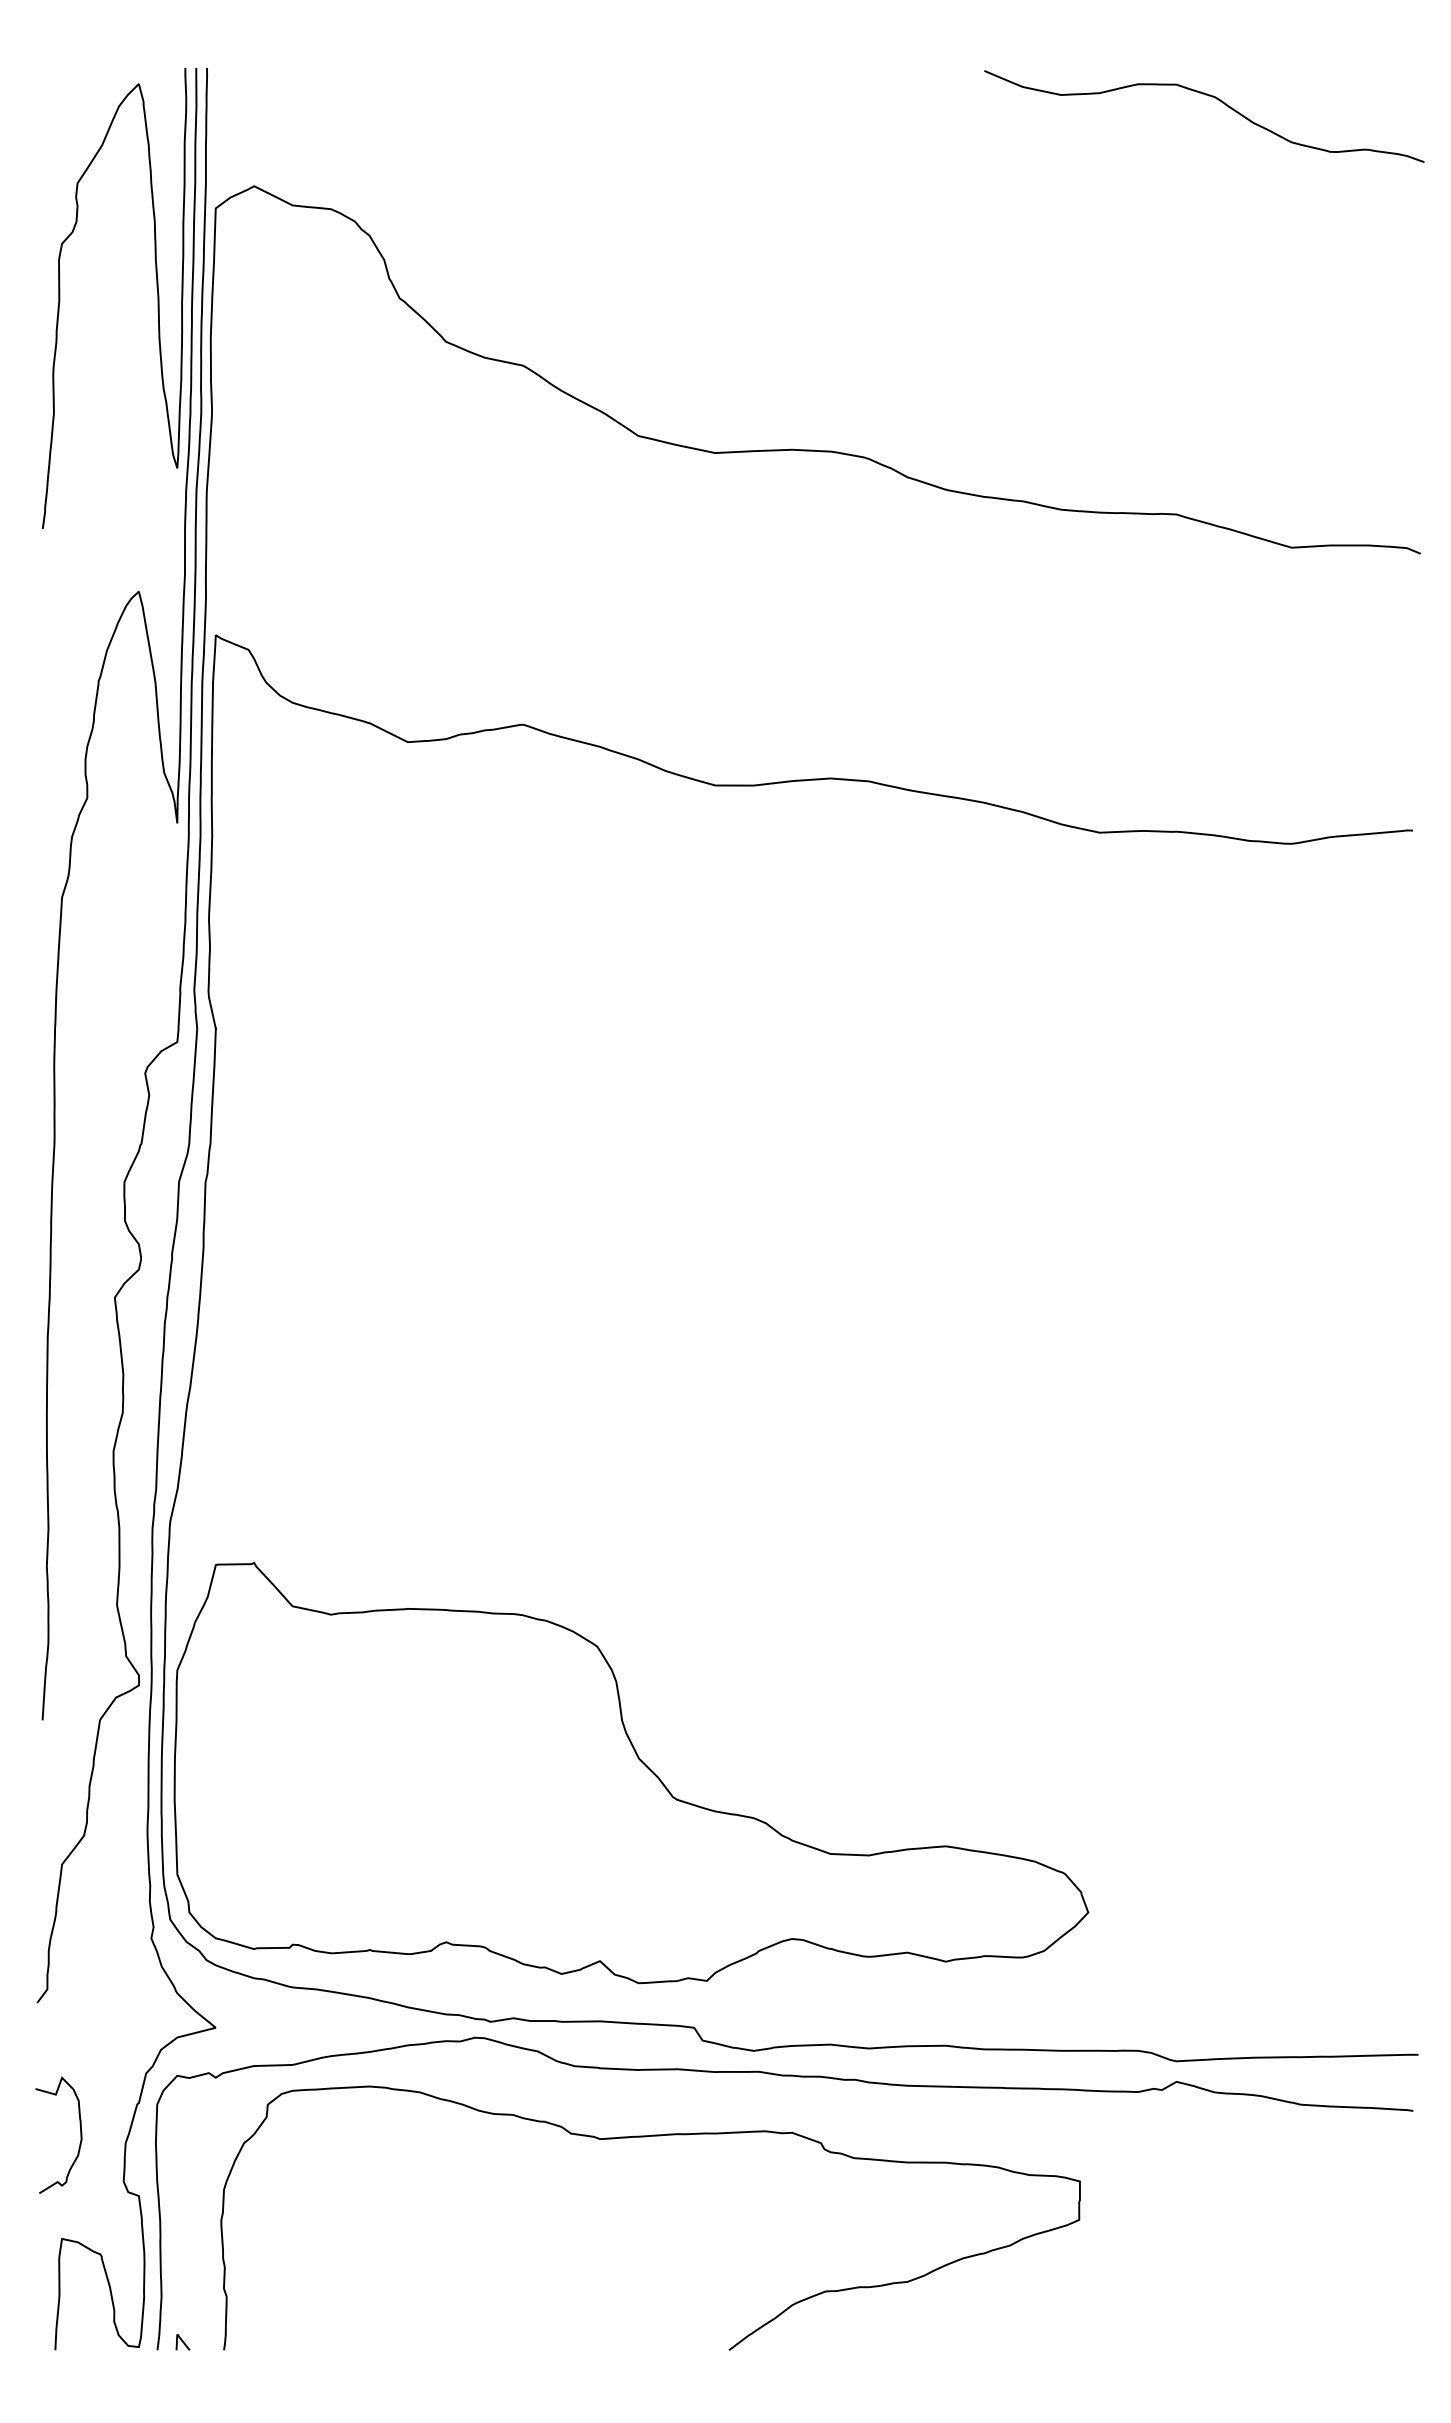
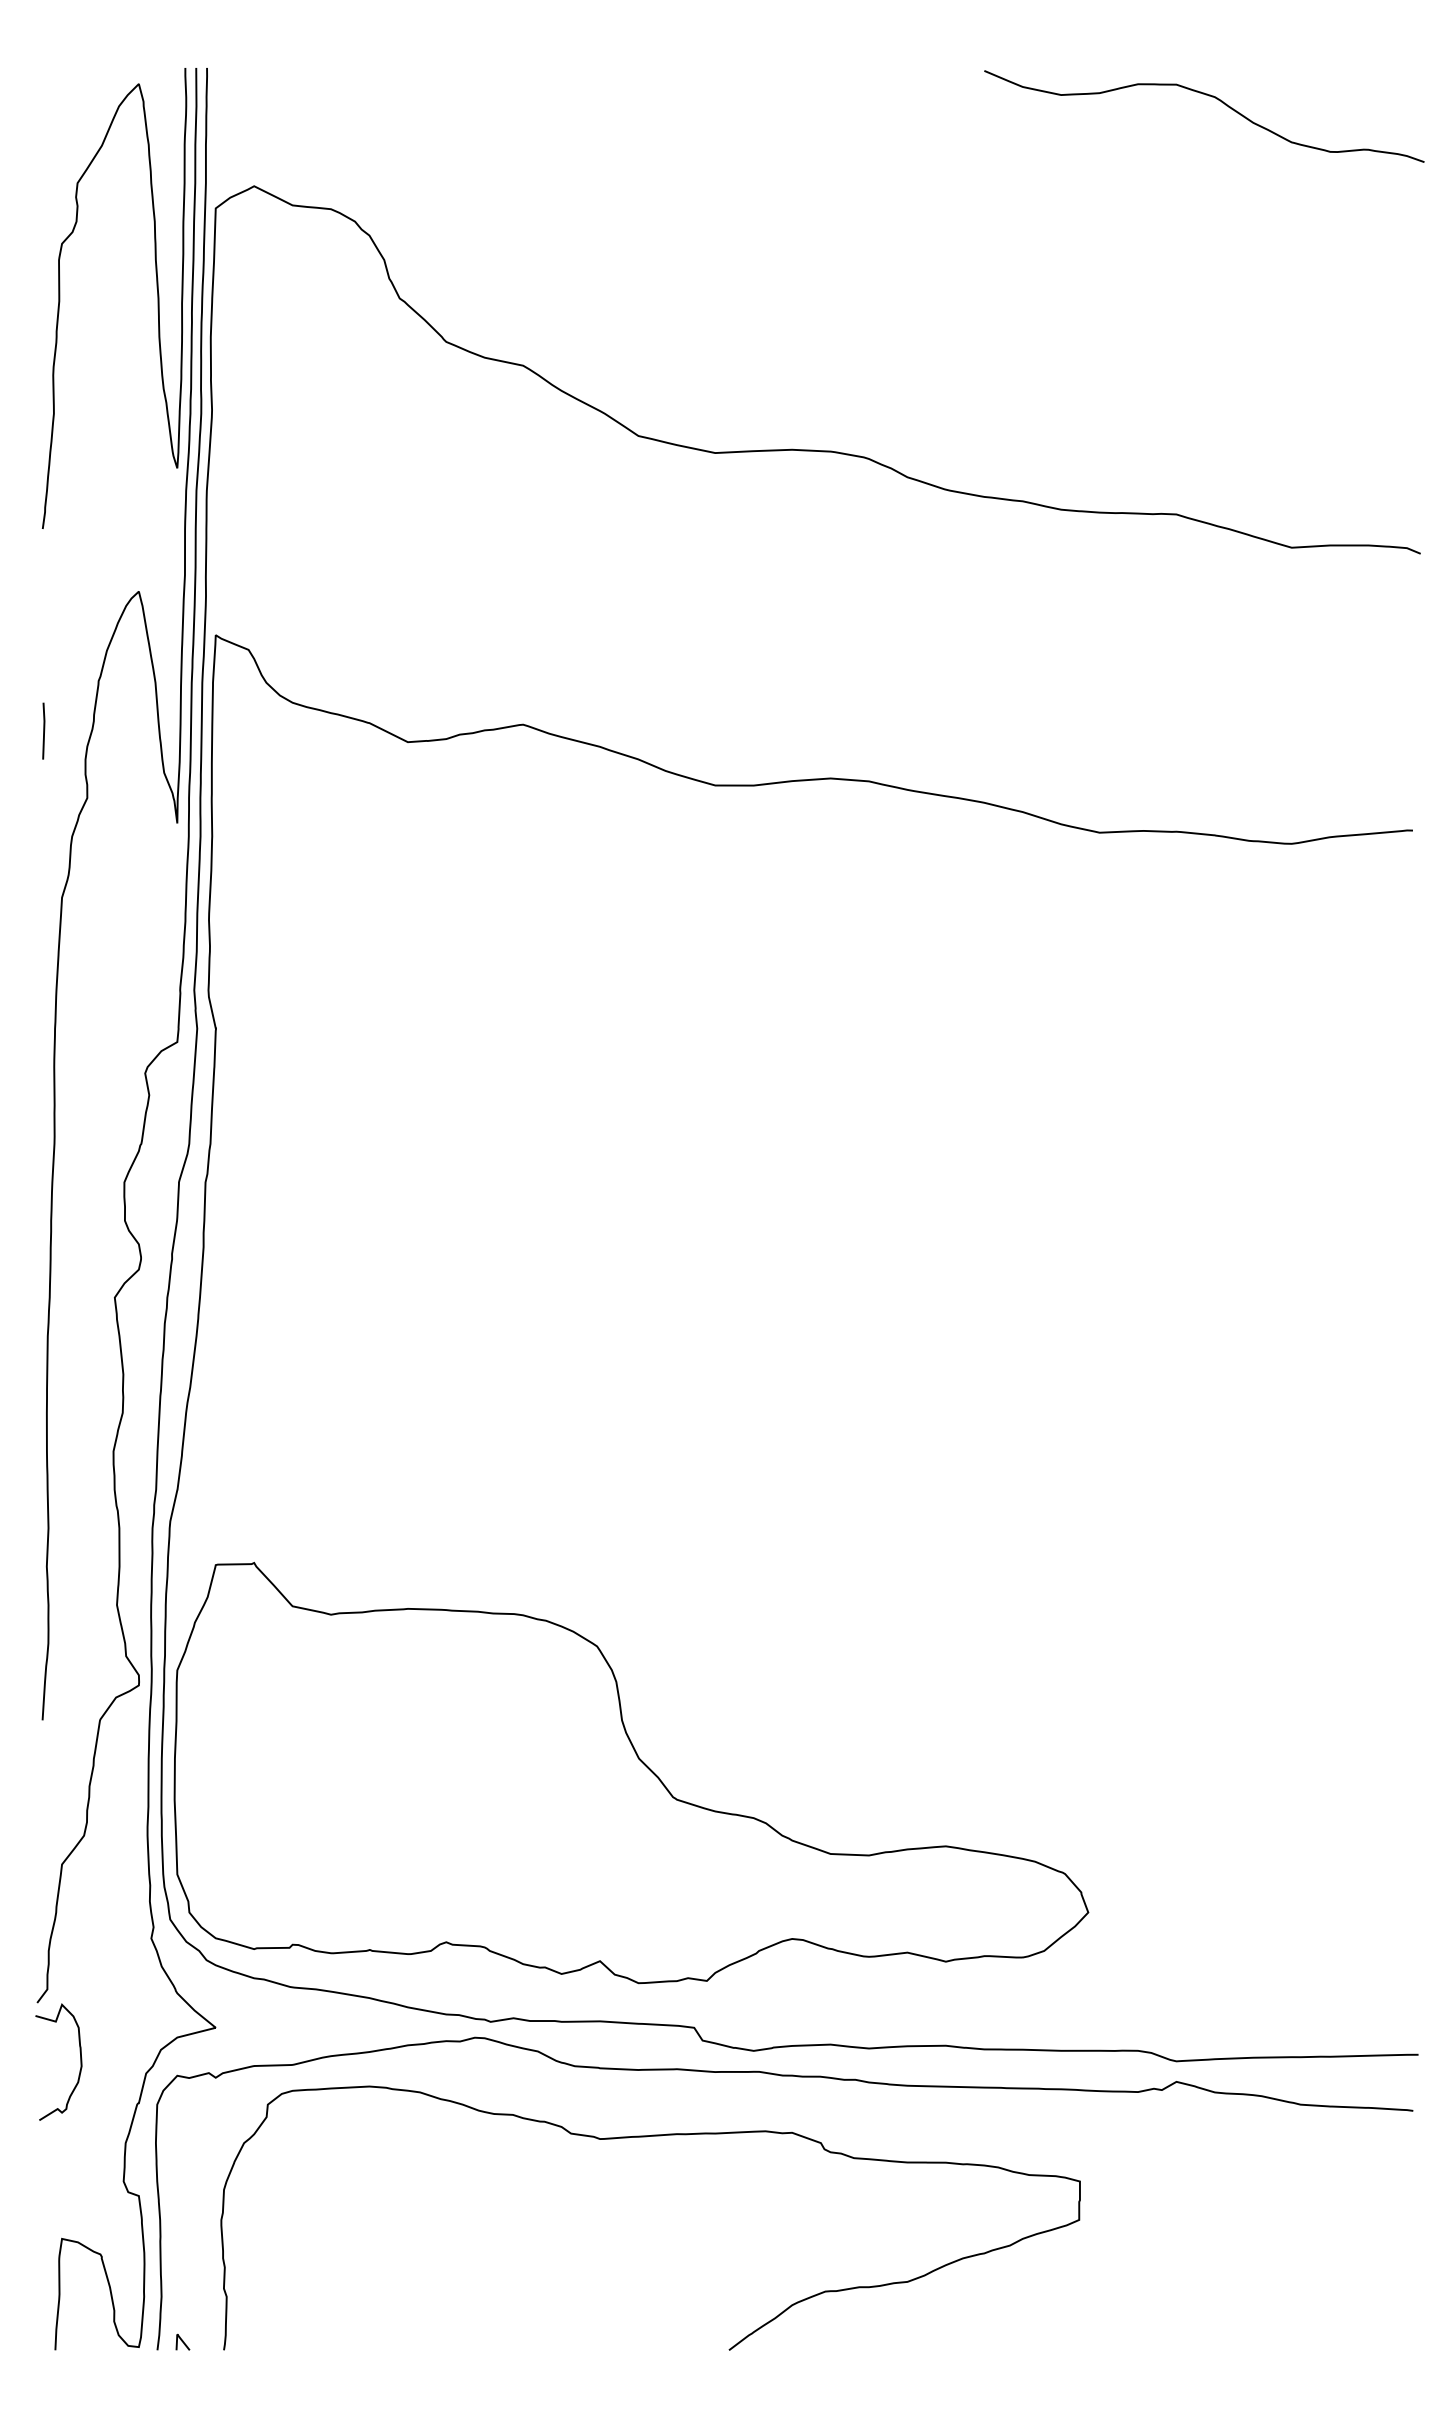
line at (43, 730): none -> present
curve at (80, 2134) position: (80, 2134) -> (80, 2061)
